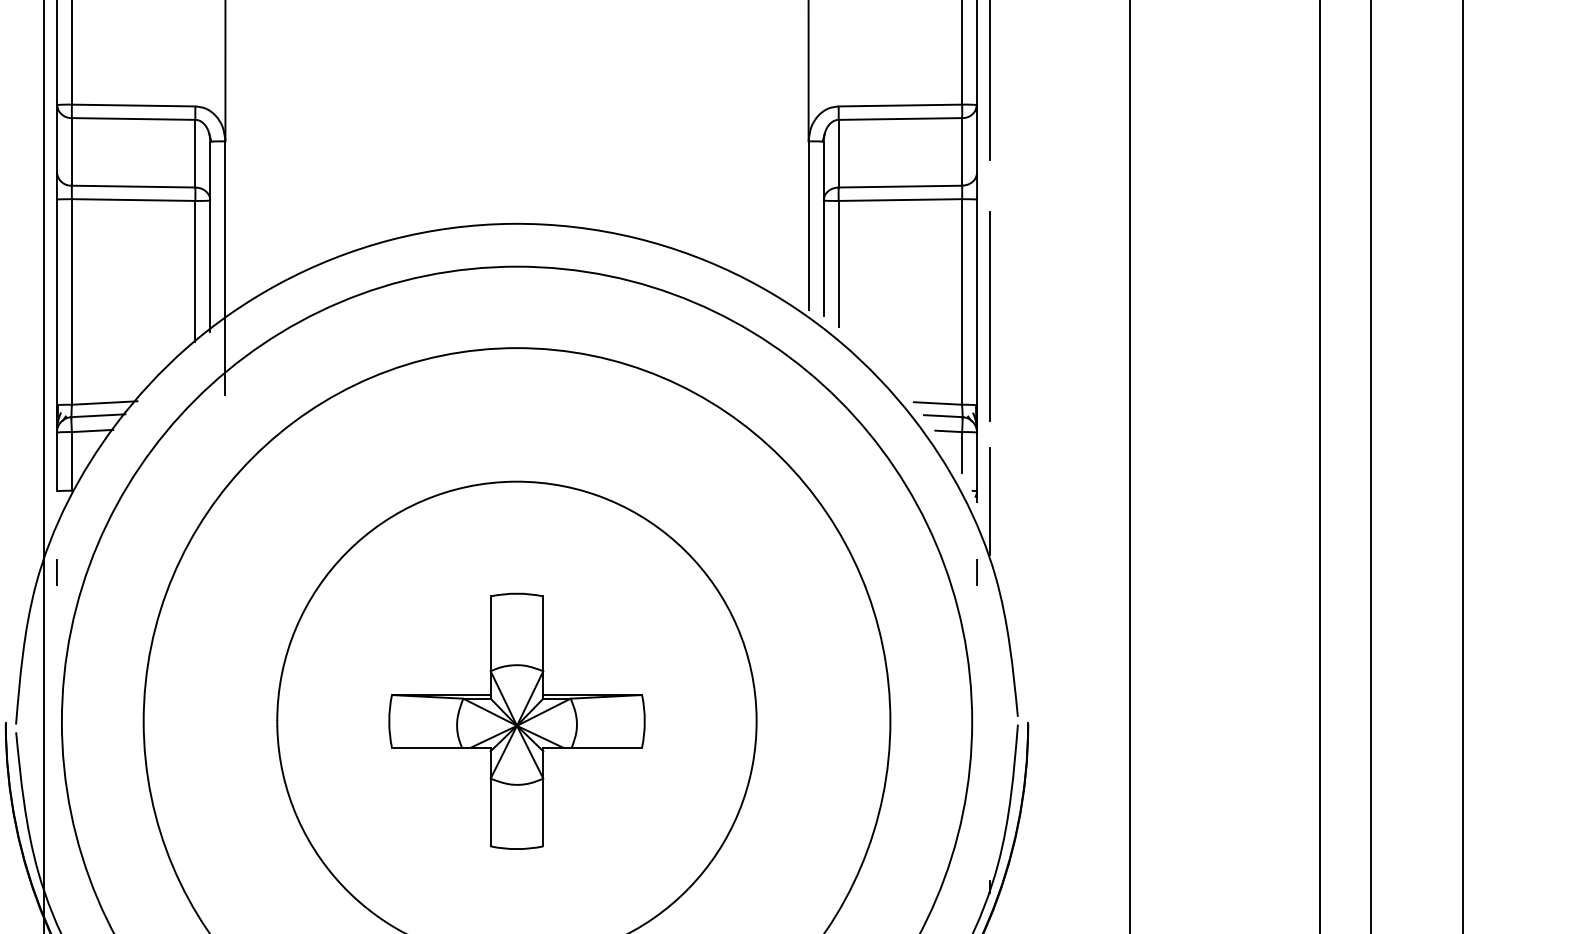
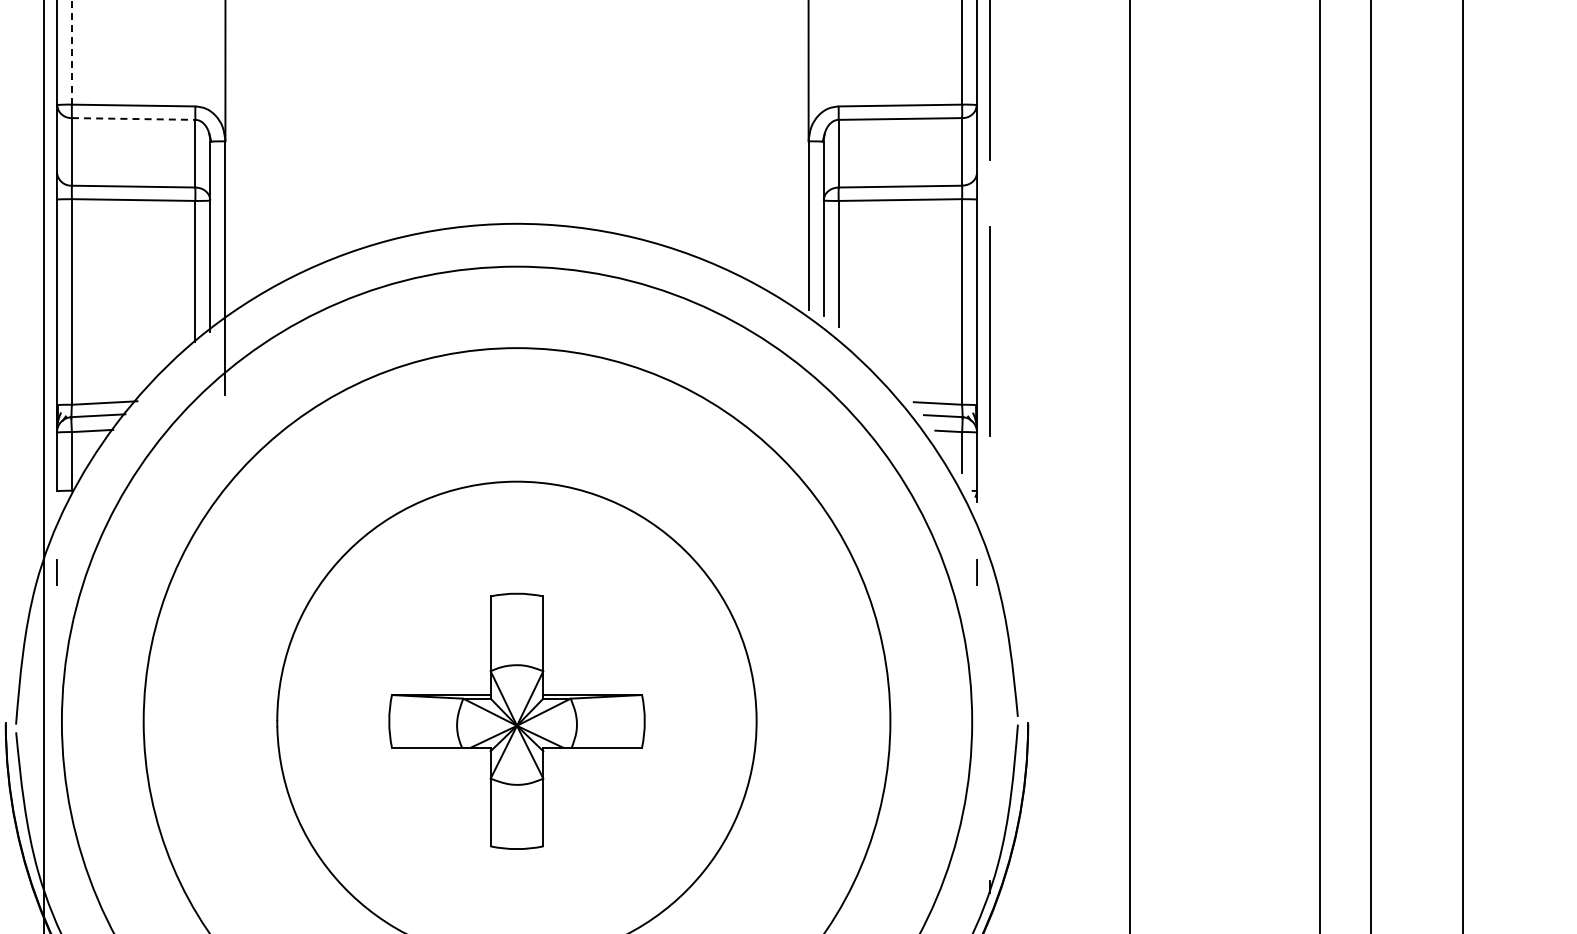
line at (71, 52): solid -> dashed
line at (133, 118): solid -> dashed
line at (989, 316) position: (989, 316) -> (989, 331)
line at (989, 501): present -> none
